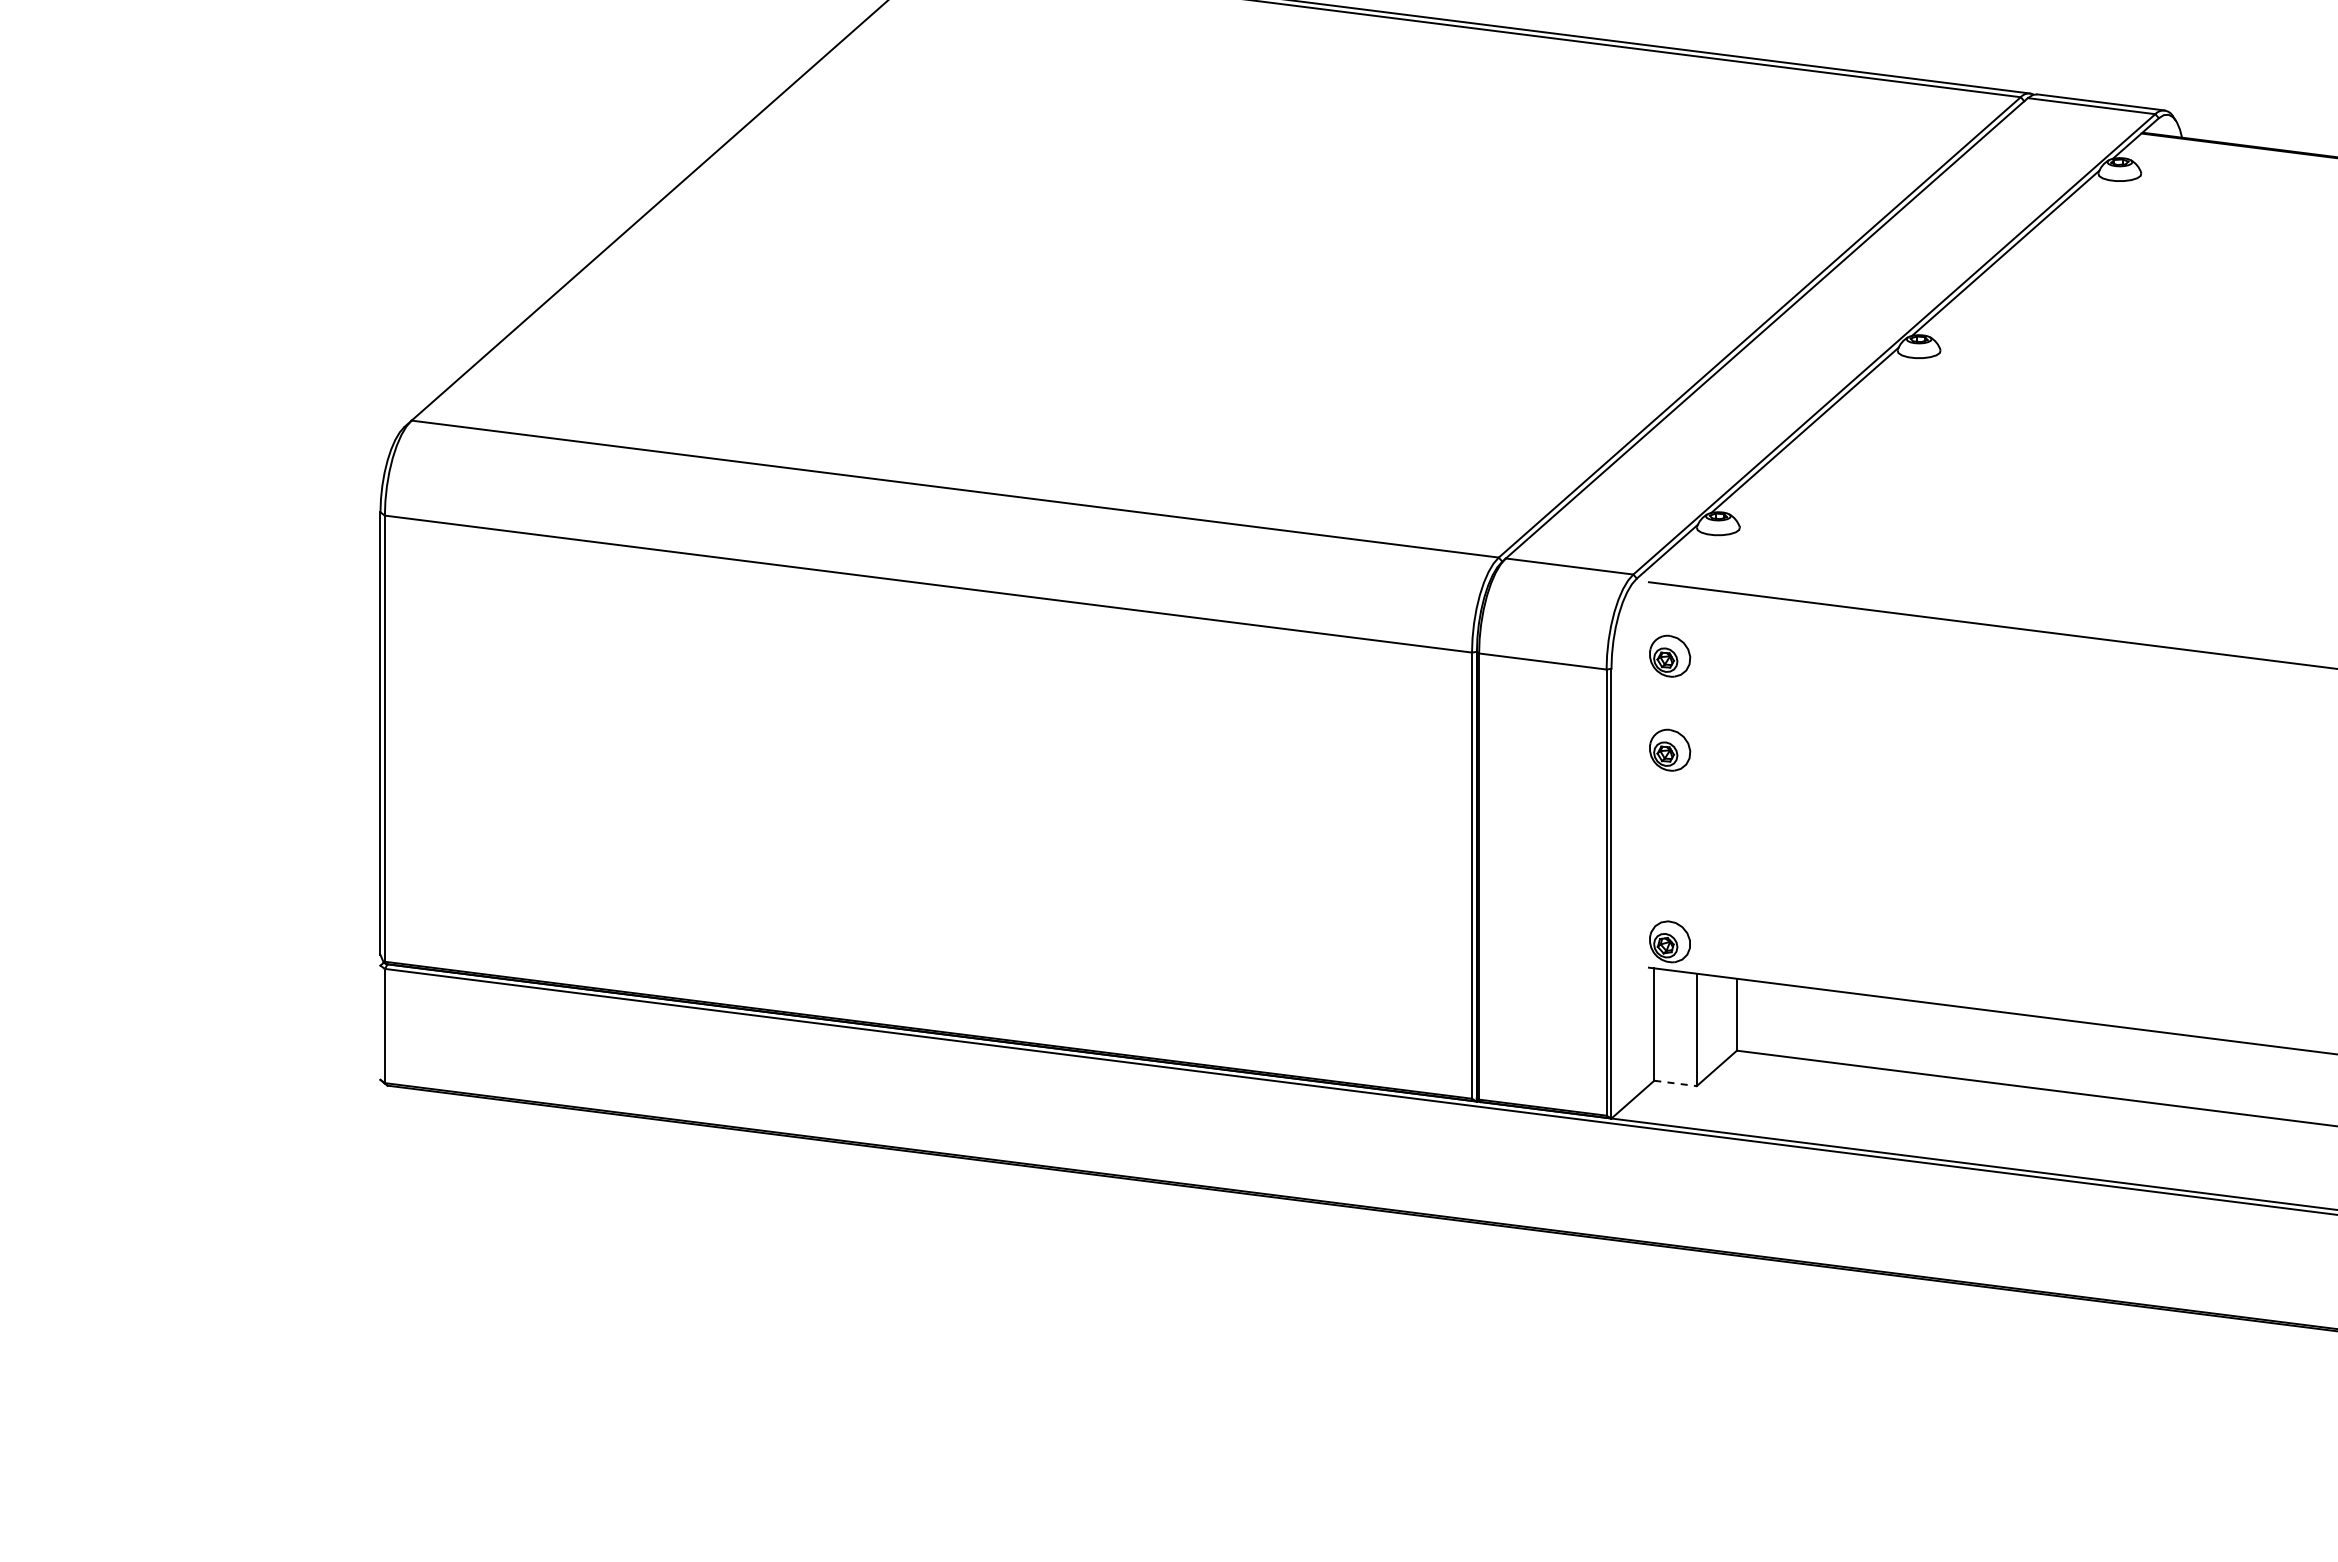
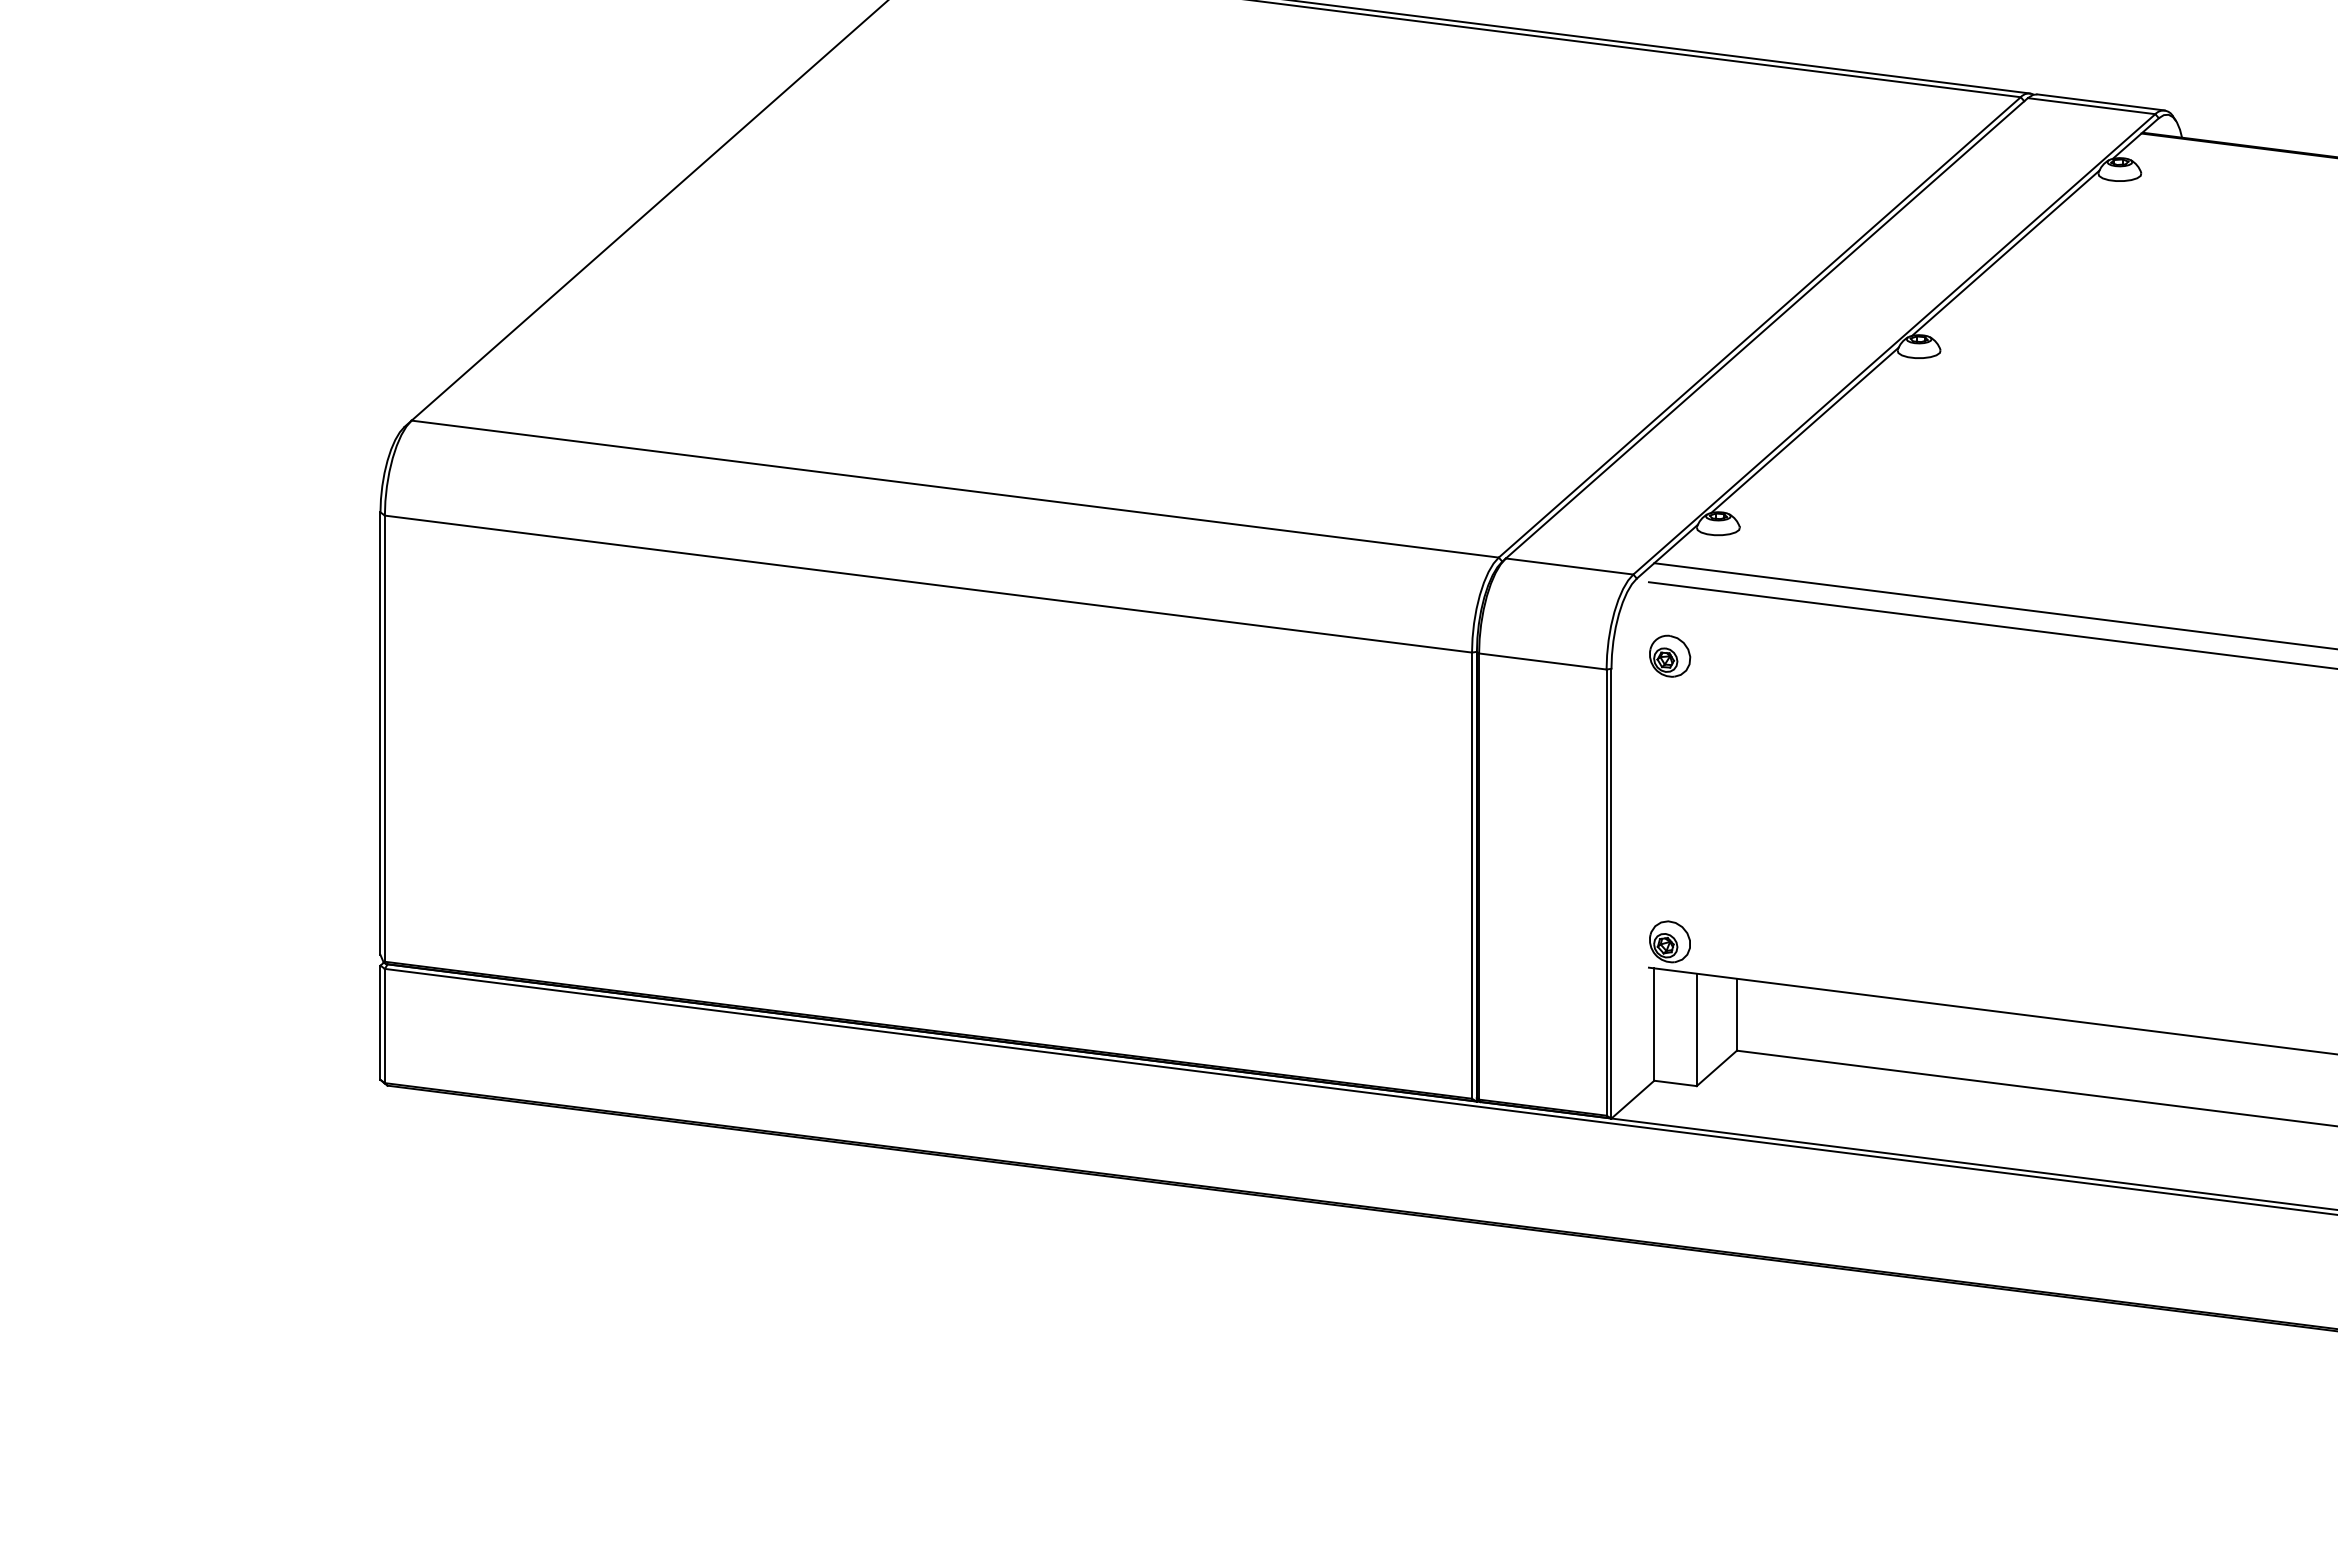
line at (1994, 605): none -> present
part at (1670, 749): present -> none
line at (380, 1022): none -> present
line at (1676, 1083): dashed -> solid
